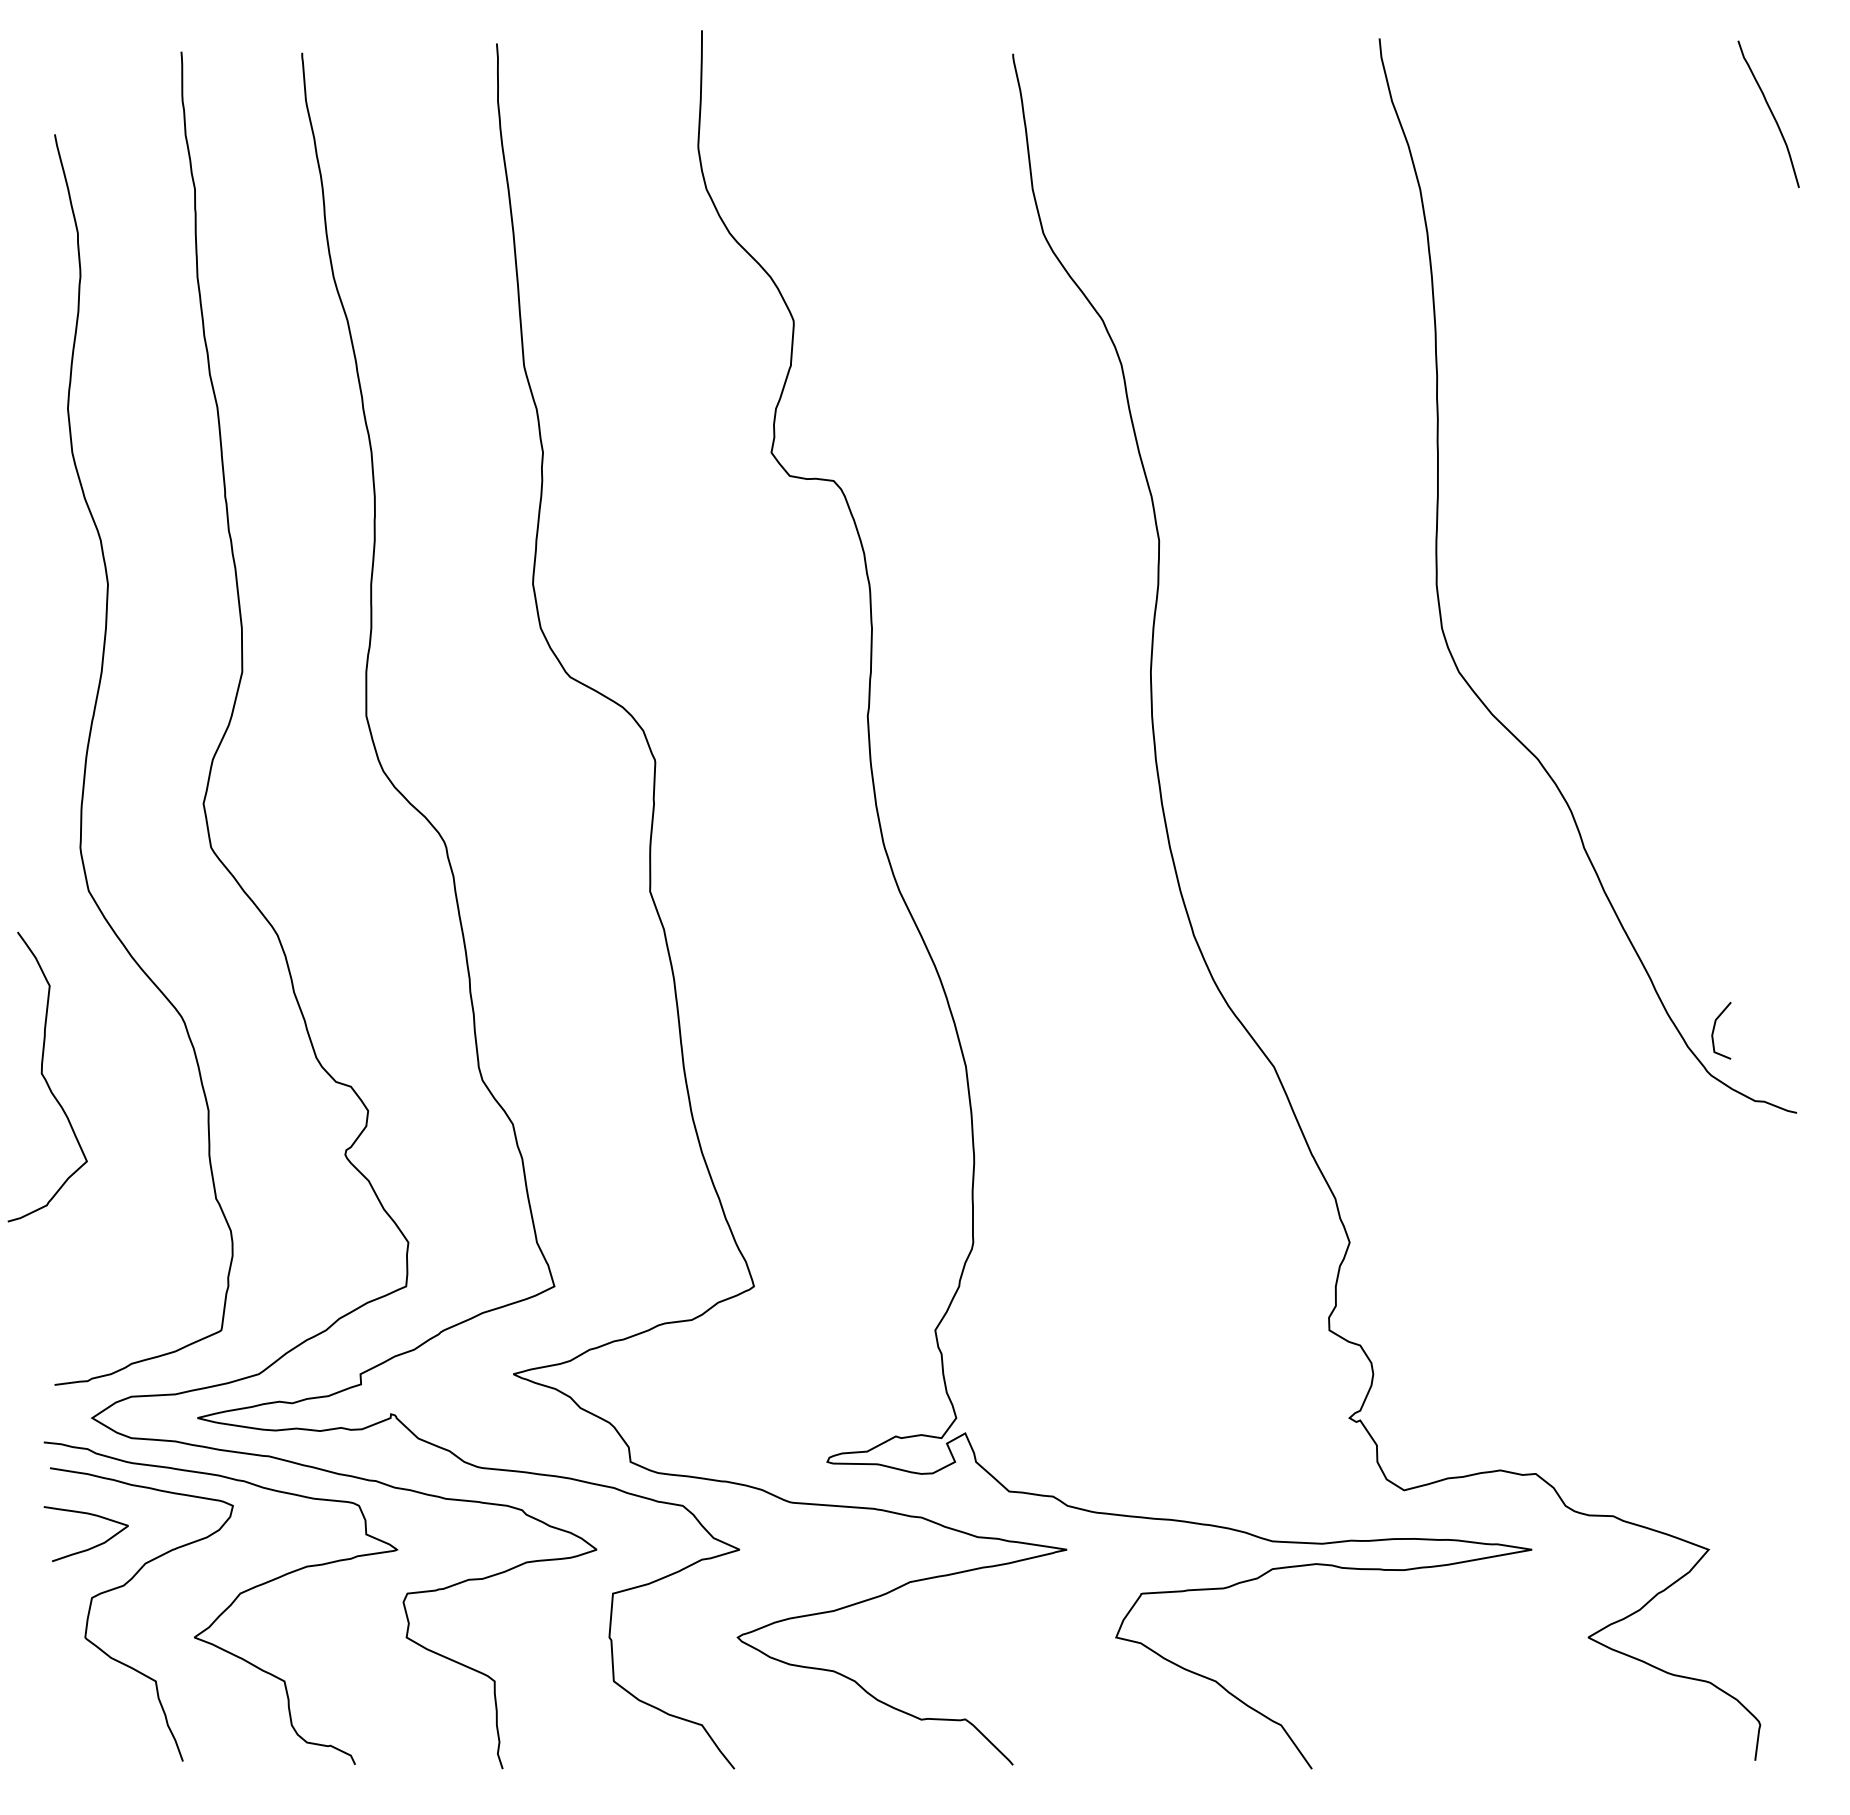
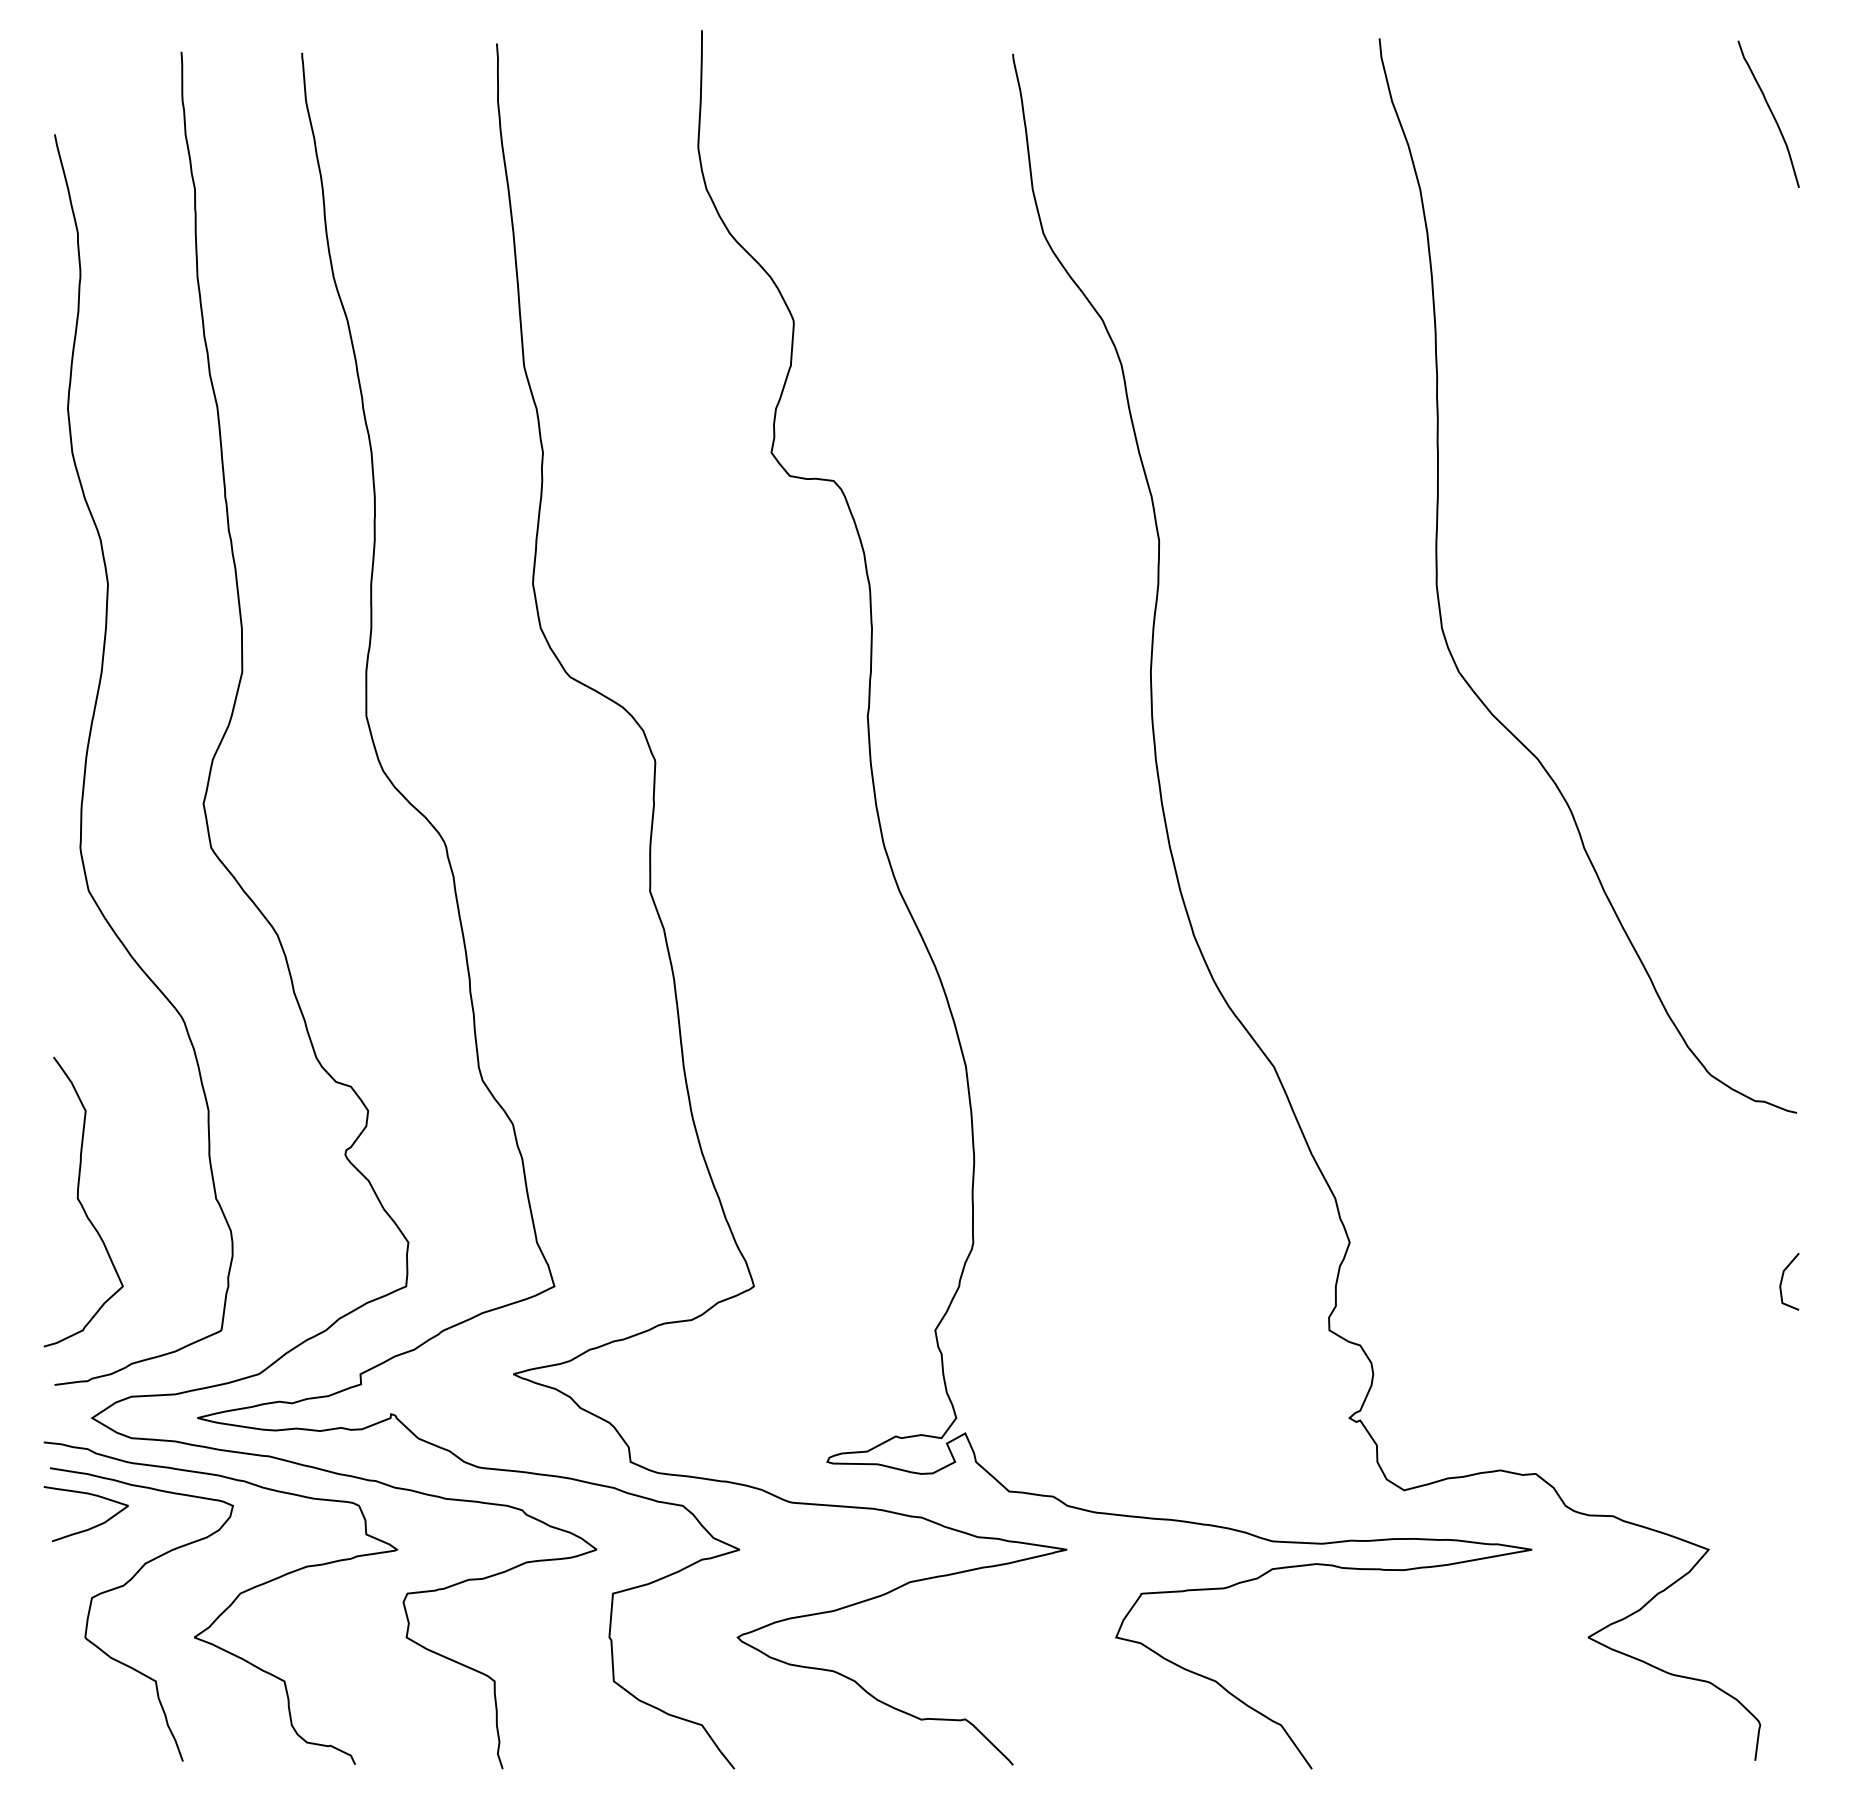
line at (1714, 1030) position: (1714, 1030) -> (1782, 1281)
curve at (45, 1077) position: (45, 1077) -> (81, 1202)
curve at (92, 1546) position: (92, 1546) -> (92, 1526)
